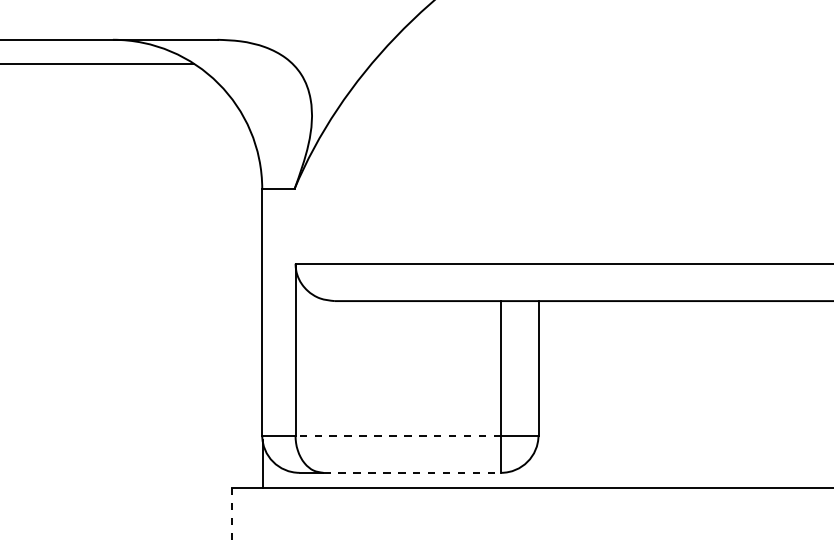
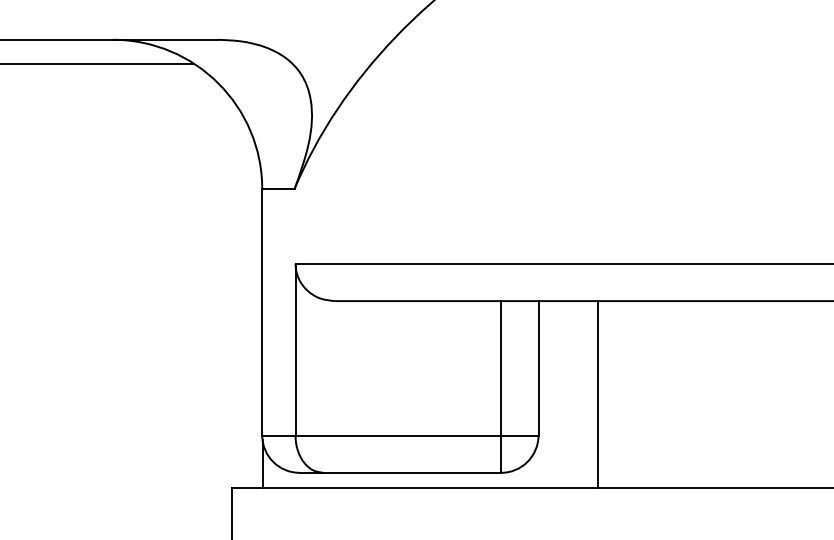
line at (598, 394): none -> present
line at (398, 435): dashed -> solid
line at (412, 472): dashed -> solid
line at (232, 513): dashed -> solid
